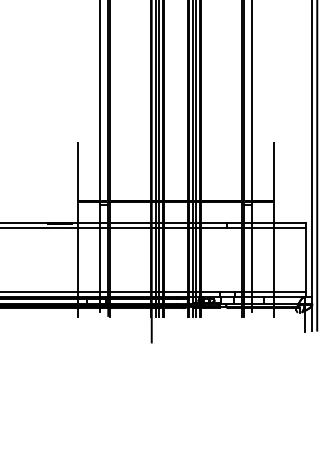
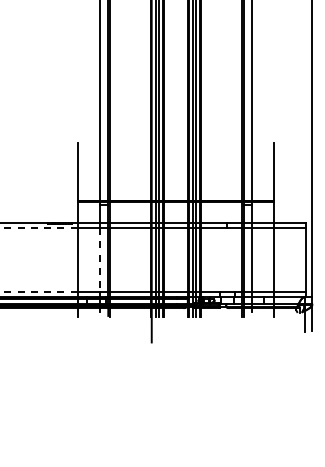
line at (317, 166): present -> none
line at (38, 228): solid -> dashed
line at (99, 260): solid -> dashed
line at (38, 292): solid -> dashed
